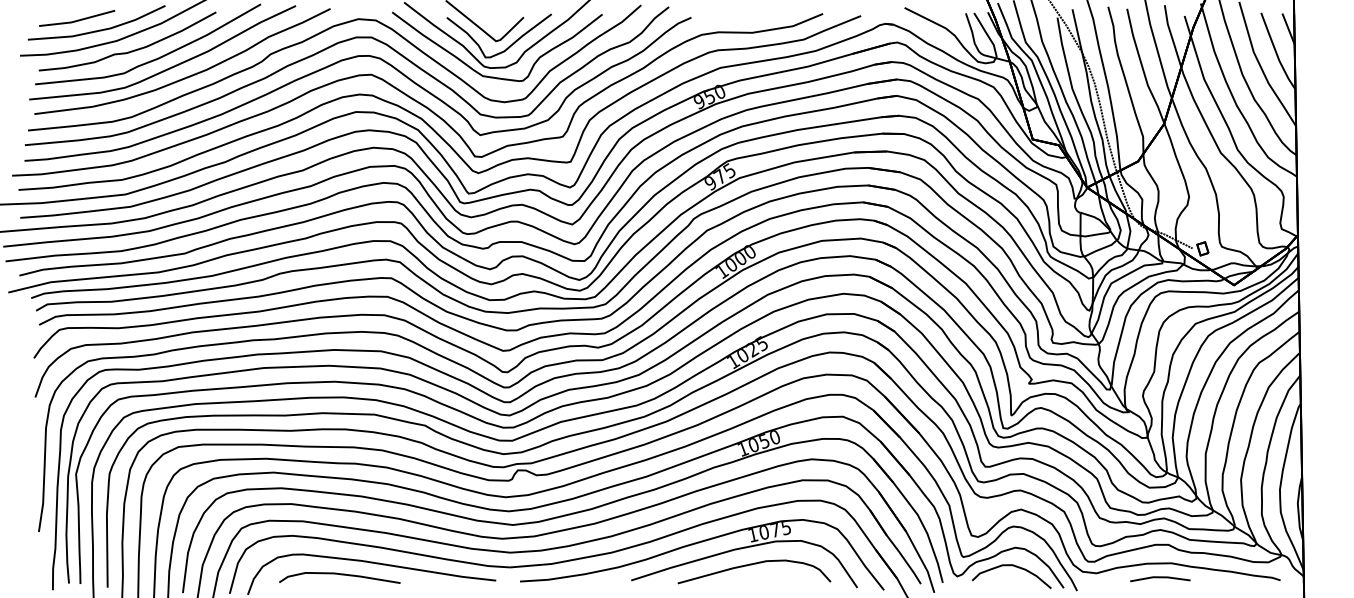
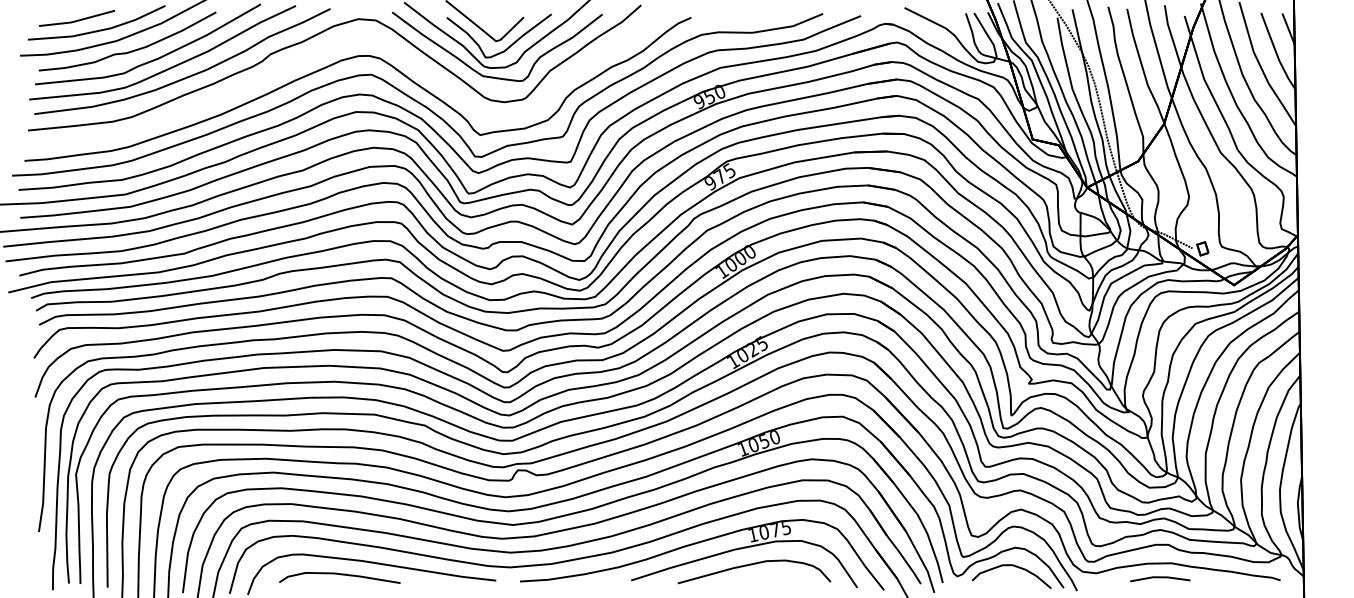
part at (331, 47): present -> none
